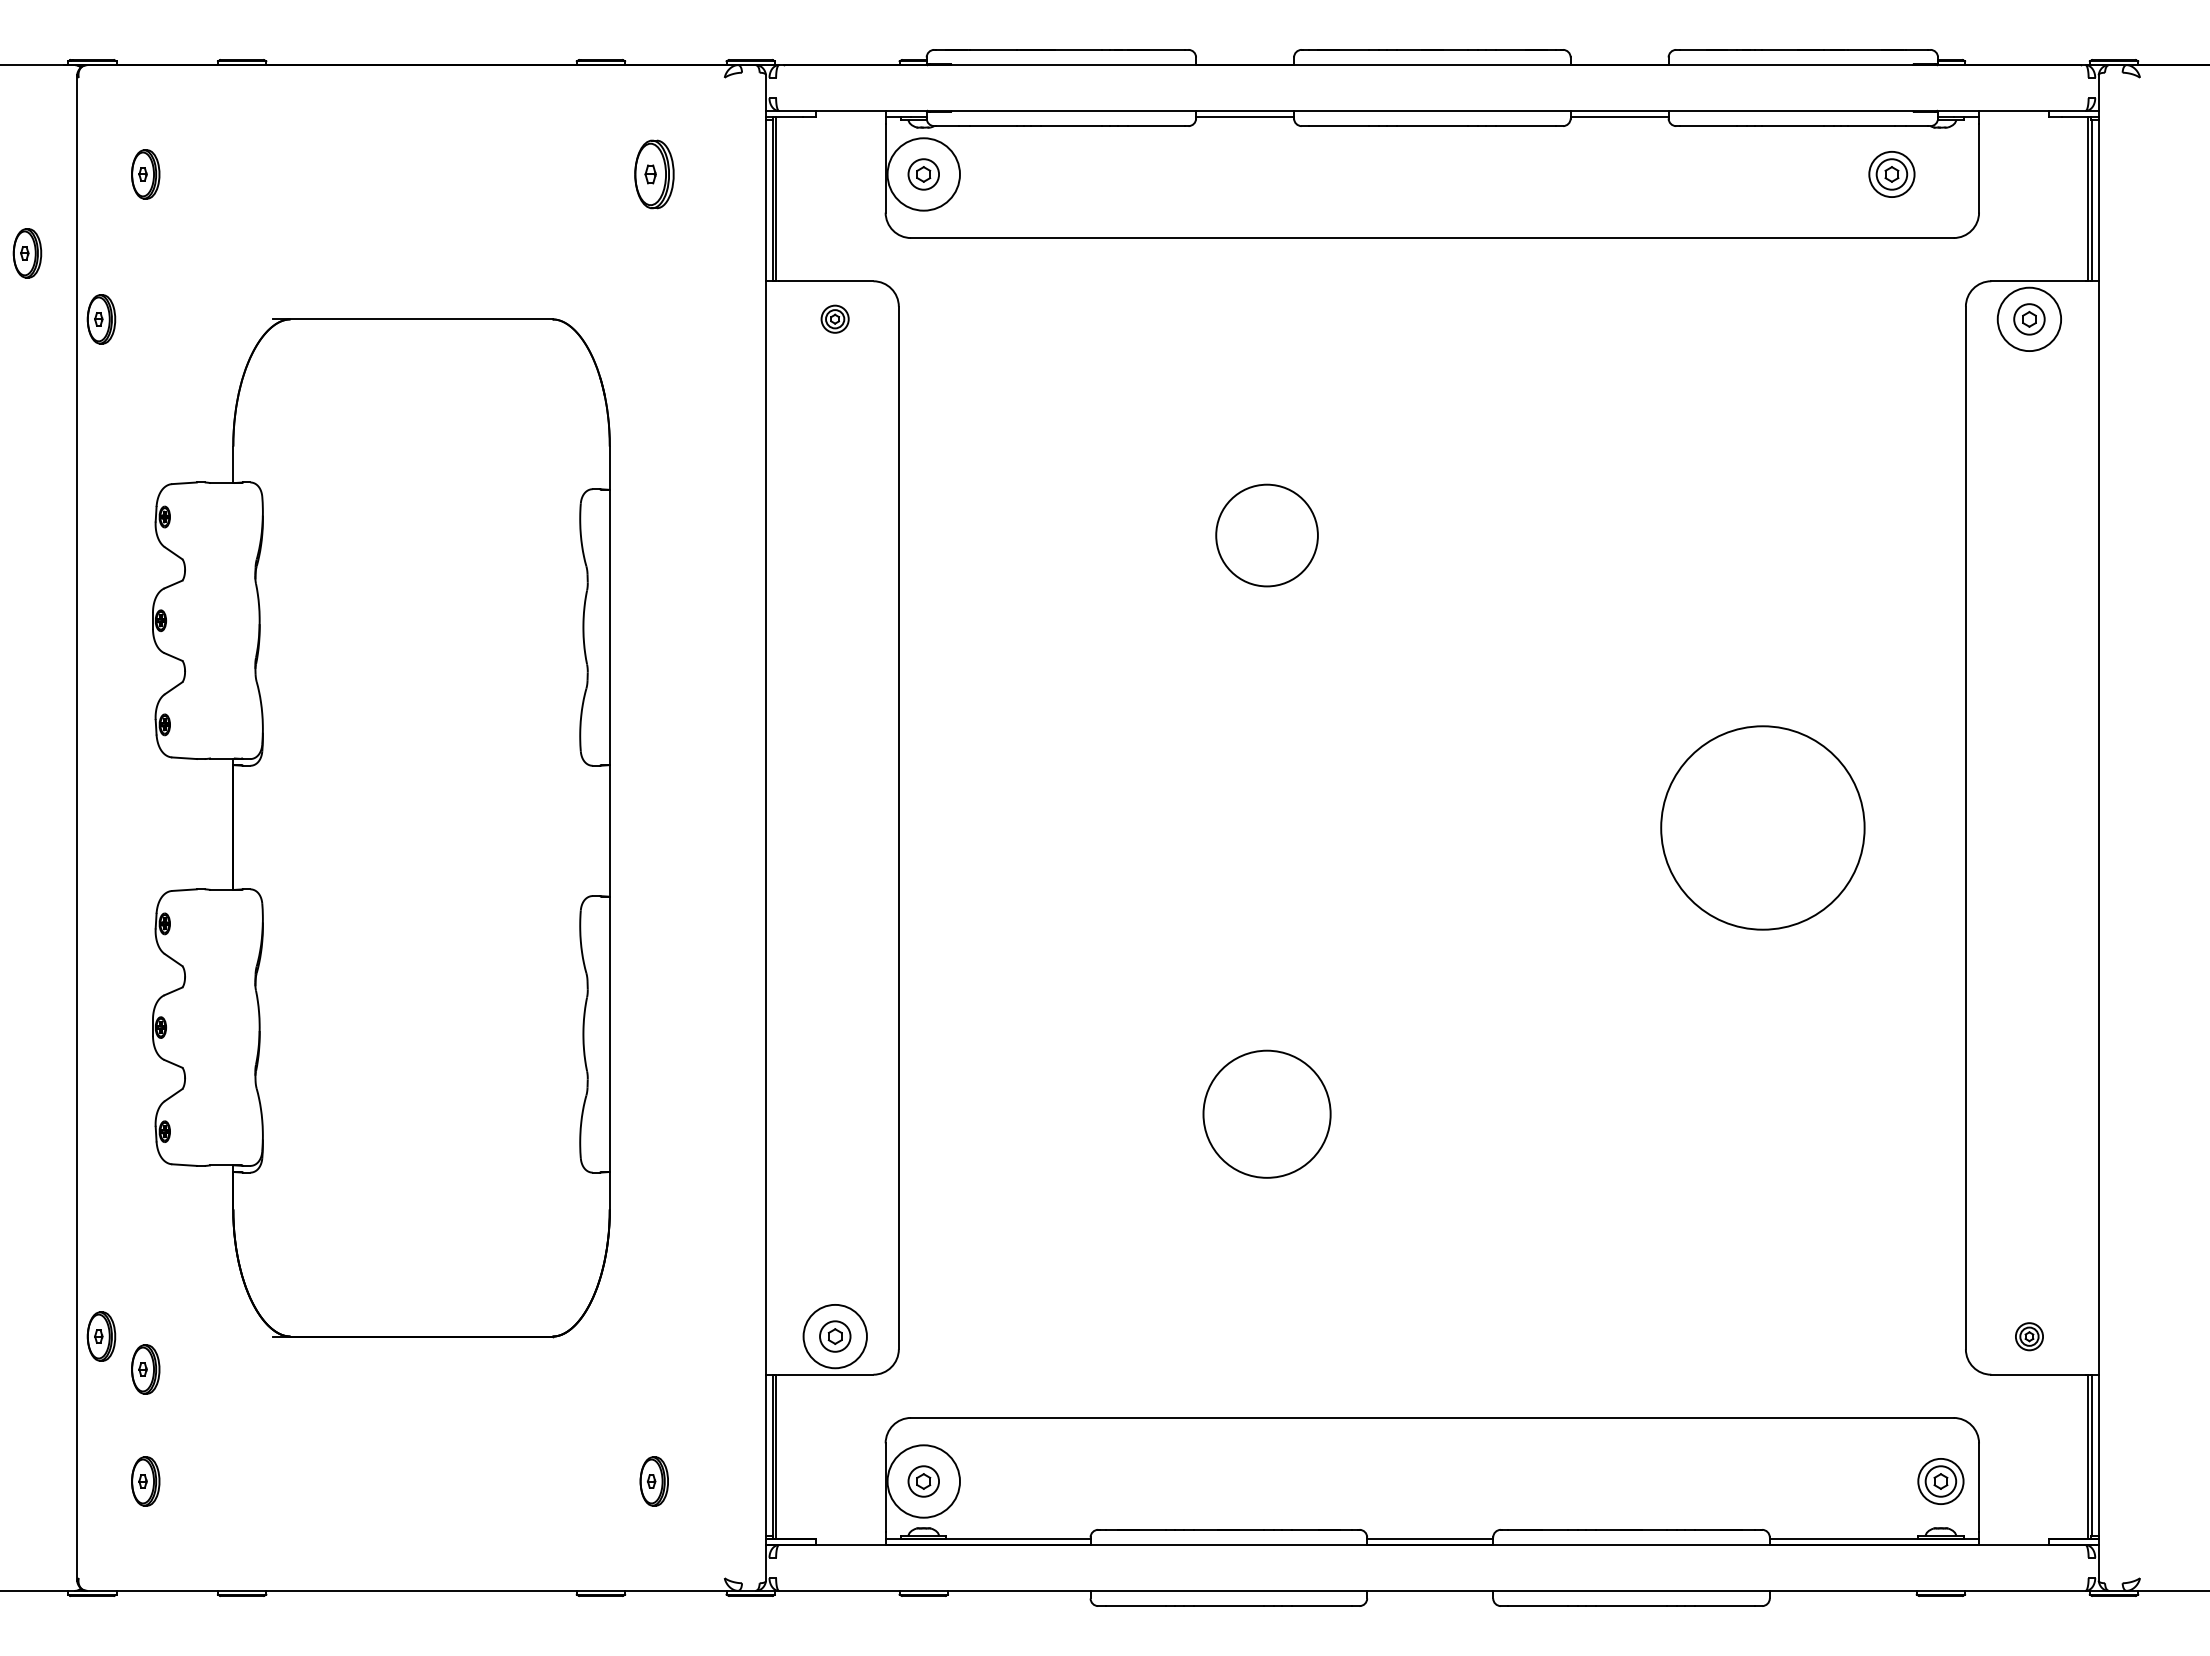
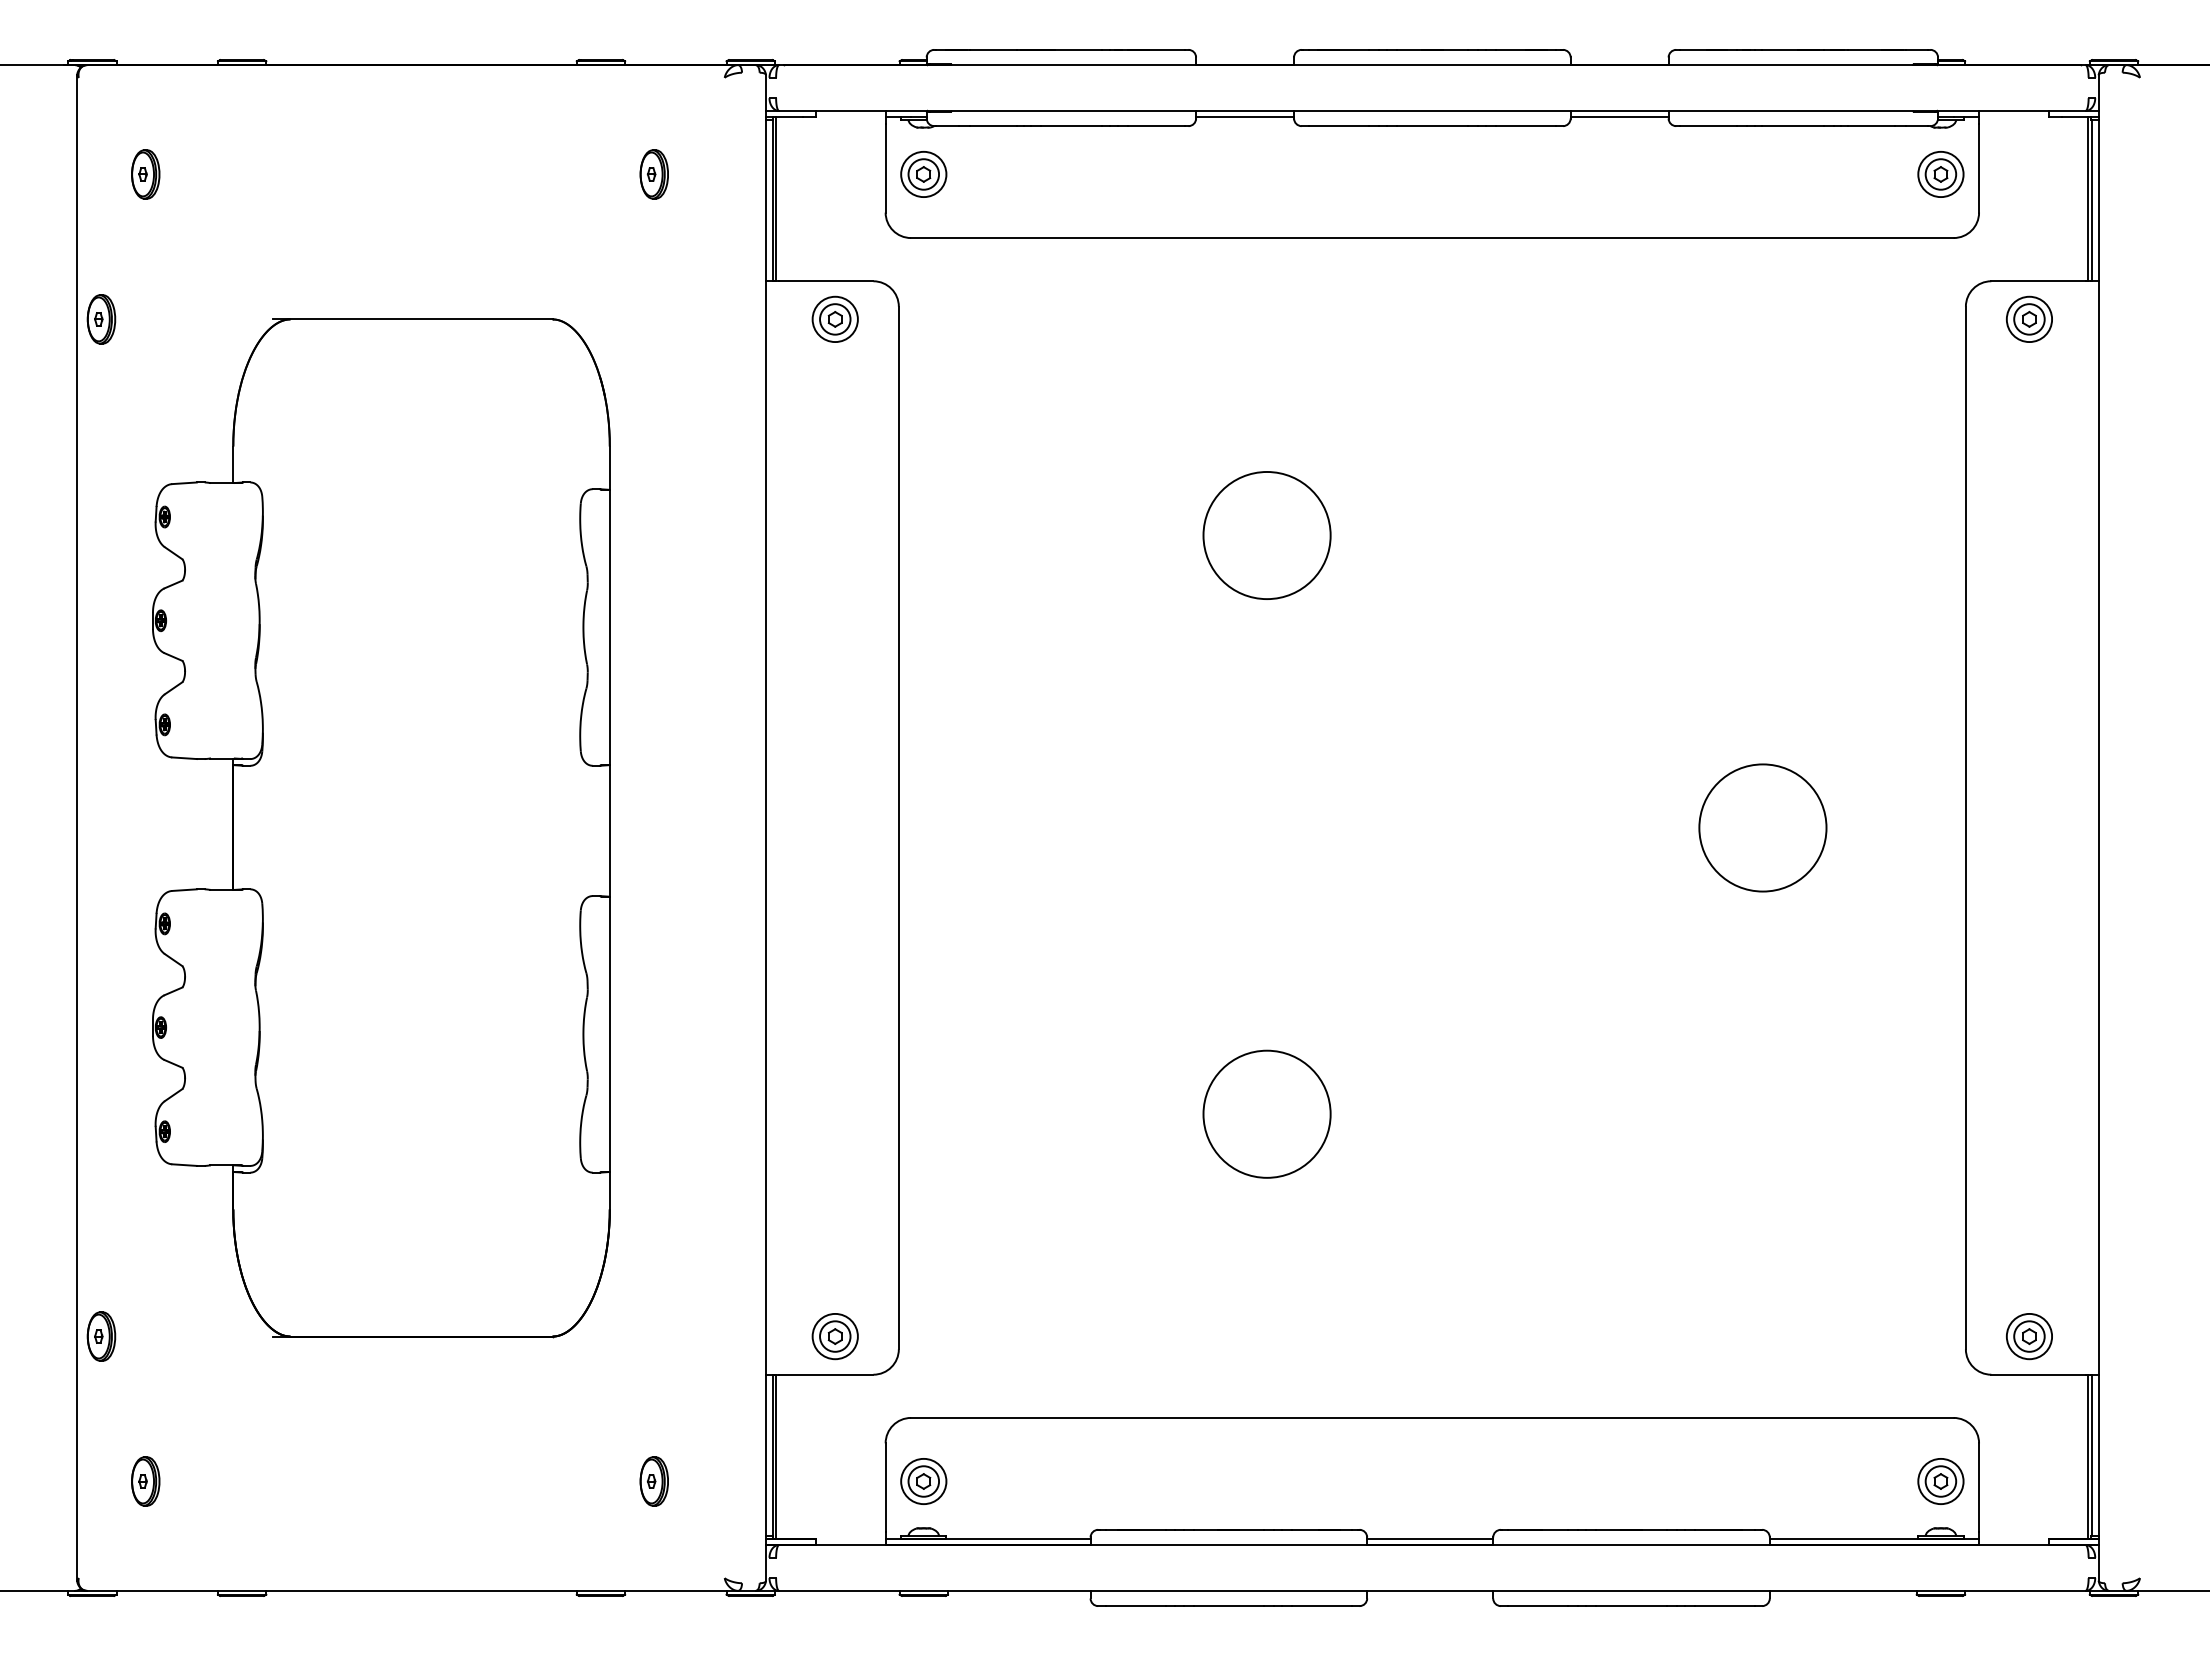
part at (654, 174) size: 41x71 px -> 30x51 px
circle at (923, 174) diameter: 72 px -> 45 px
part at (1891, 174) position: (1891, 174) -> (1940, 174)
part at (27, 253): present -> none
part at (834, 318) size: 30x30 px -> 48x48 px
circle at (2029, 319) diameter: 63 px -> 45 px
circle at (1266, 535) diameter: 102 px -> 127 px
circle at (1762, 827) size: 206x206 px -> 130x130 px
circle at (834, 1336) diameter: 63 px -> 45 px
part at (2029, 1336) size: 29x30 px -> 47x48 px
part at (145, 1369): present -> none
circle at (923, 1481) diameter: 72 px -> 45 px
